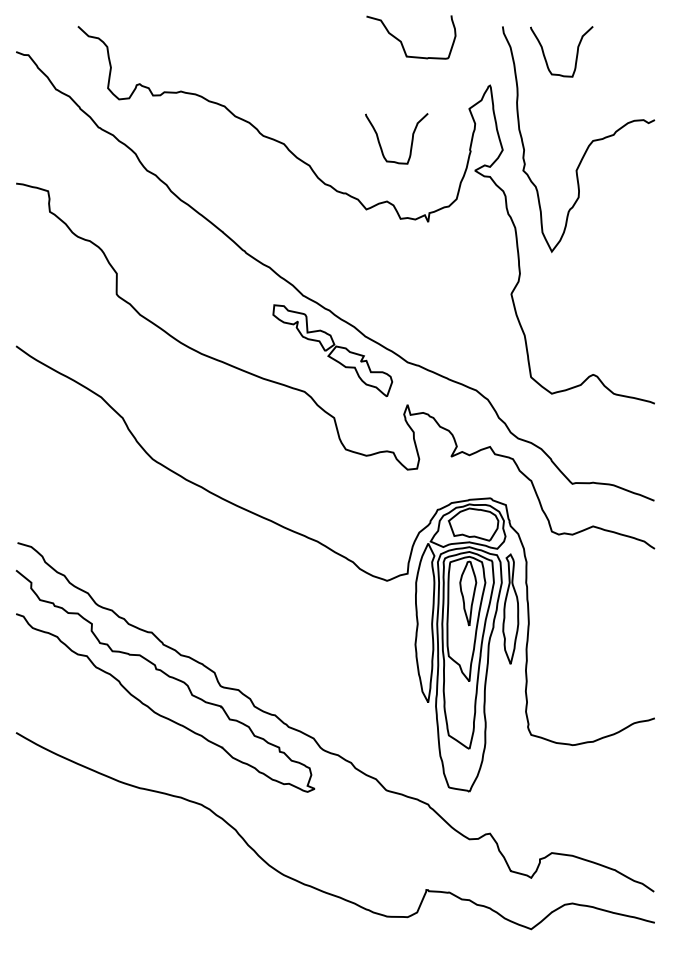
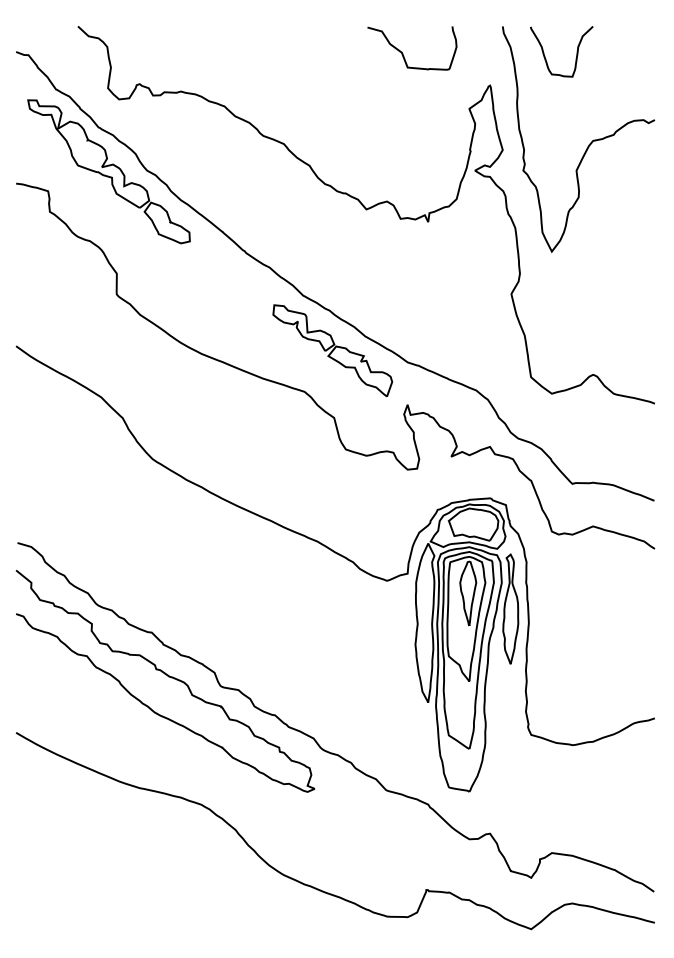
curve at (402, 42) position: (402, 42) -> (403, 53)
curve at (411, 138): present -> none
part at (108, 171): none -> present
